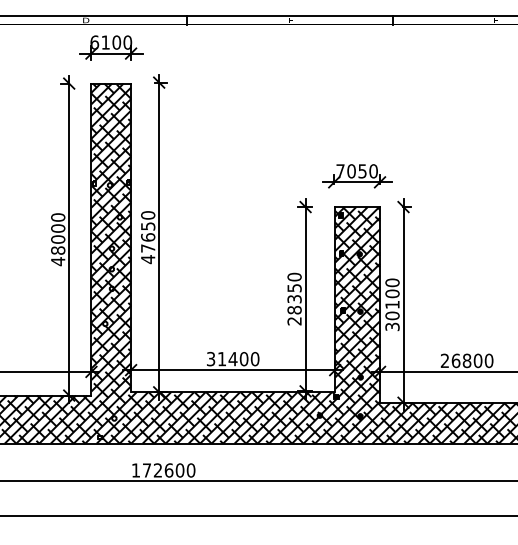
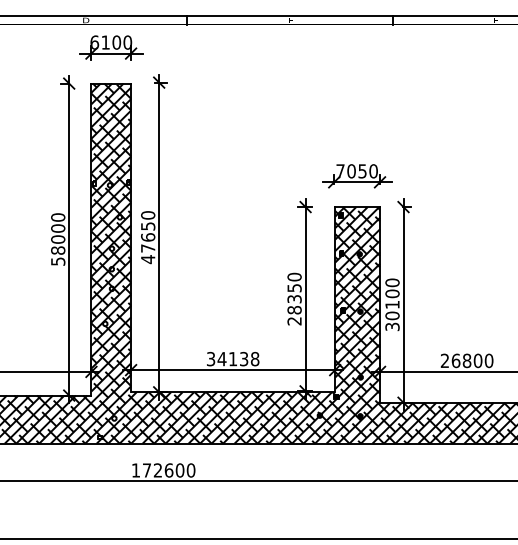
text at (58, 261): 48000 -> 58000
text at (238, 359): 31400 -> 34138
line at (258, 515) position: (258, 515) -> (258, 538)
